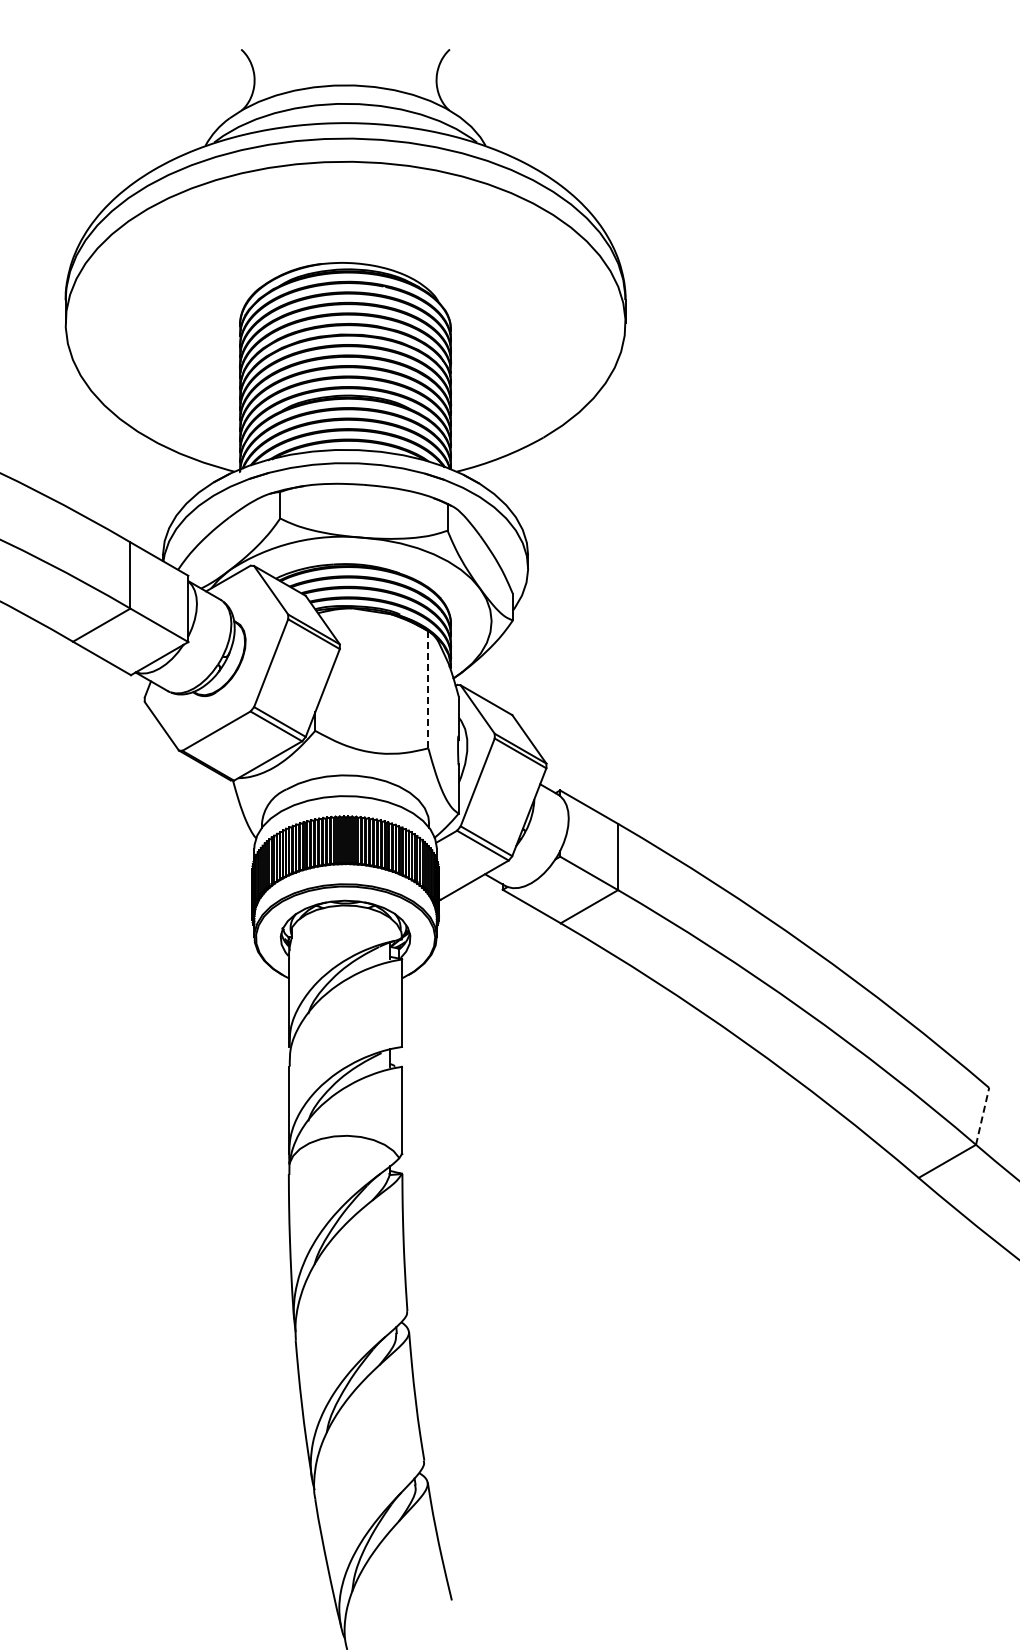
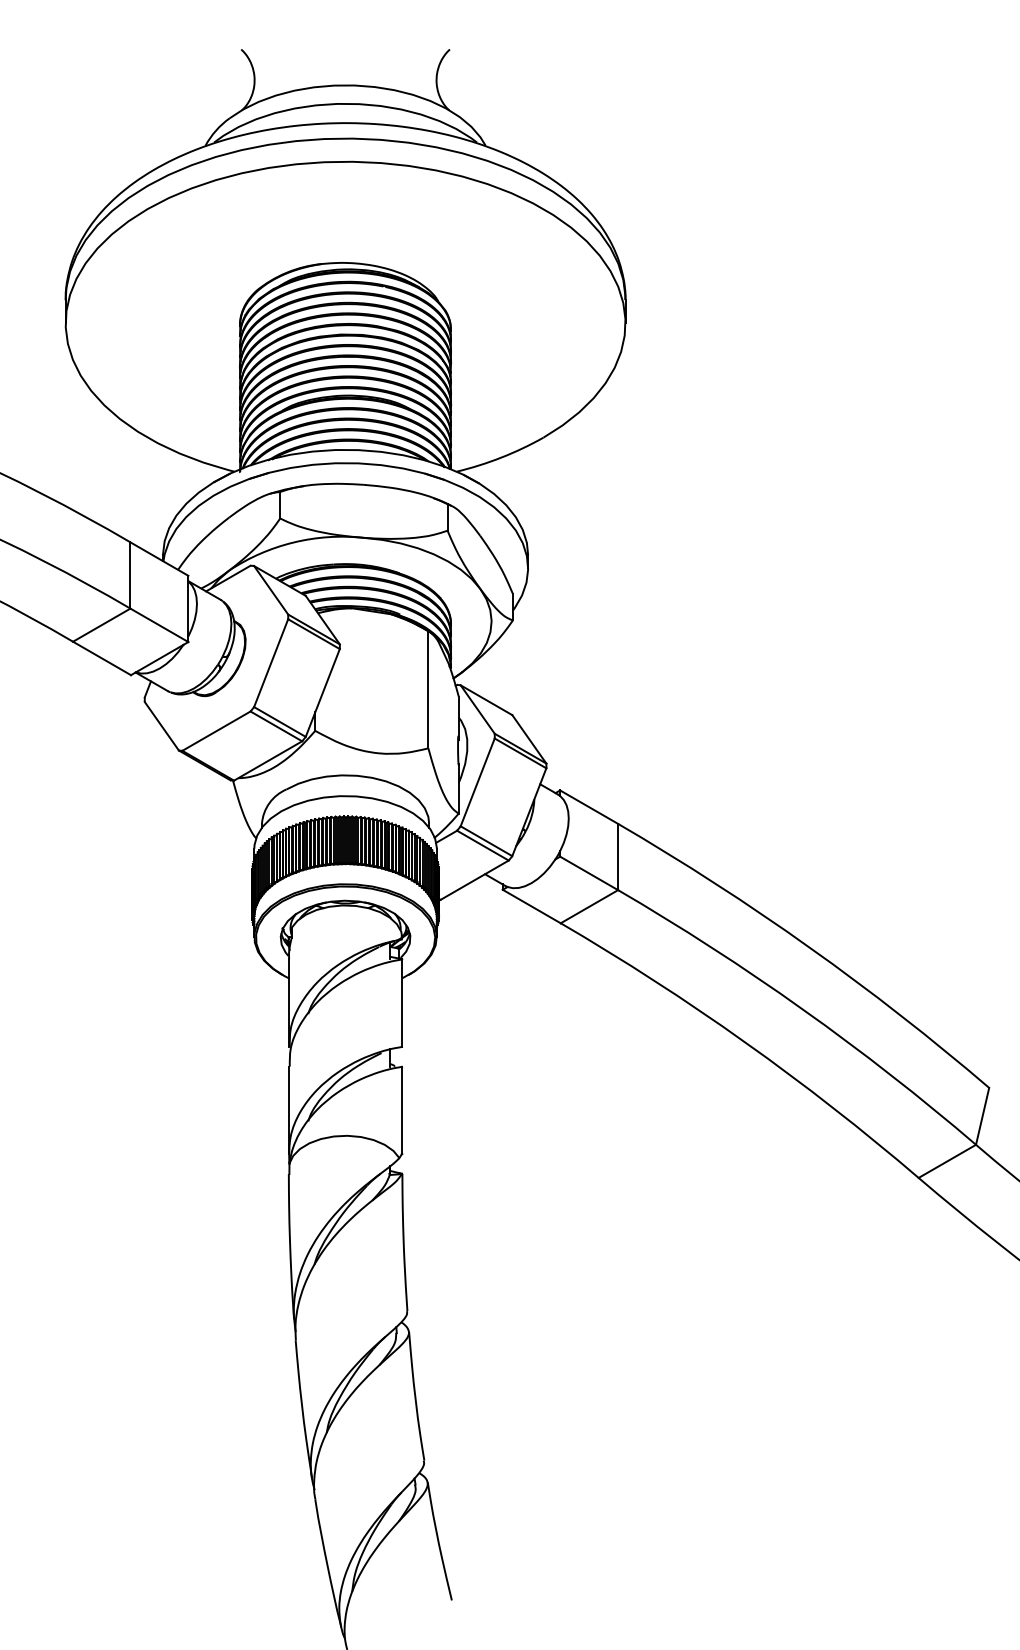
line at (428, 689): dashed -> solid
line at (982, 1115): dashed -> solid
